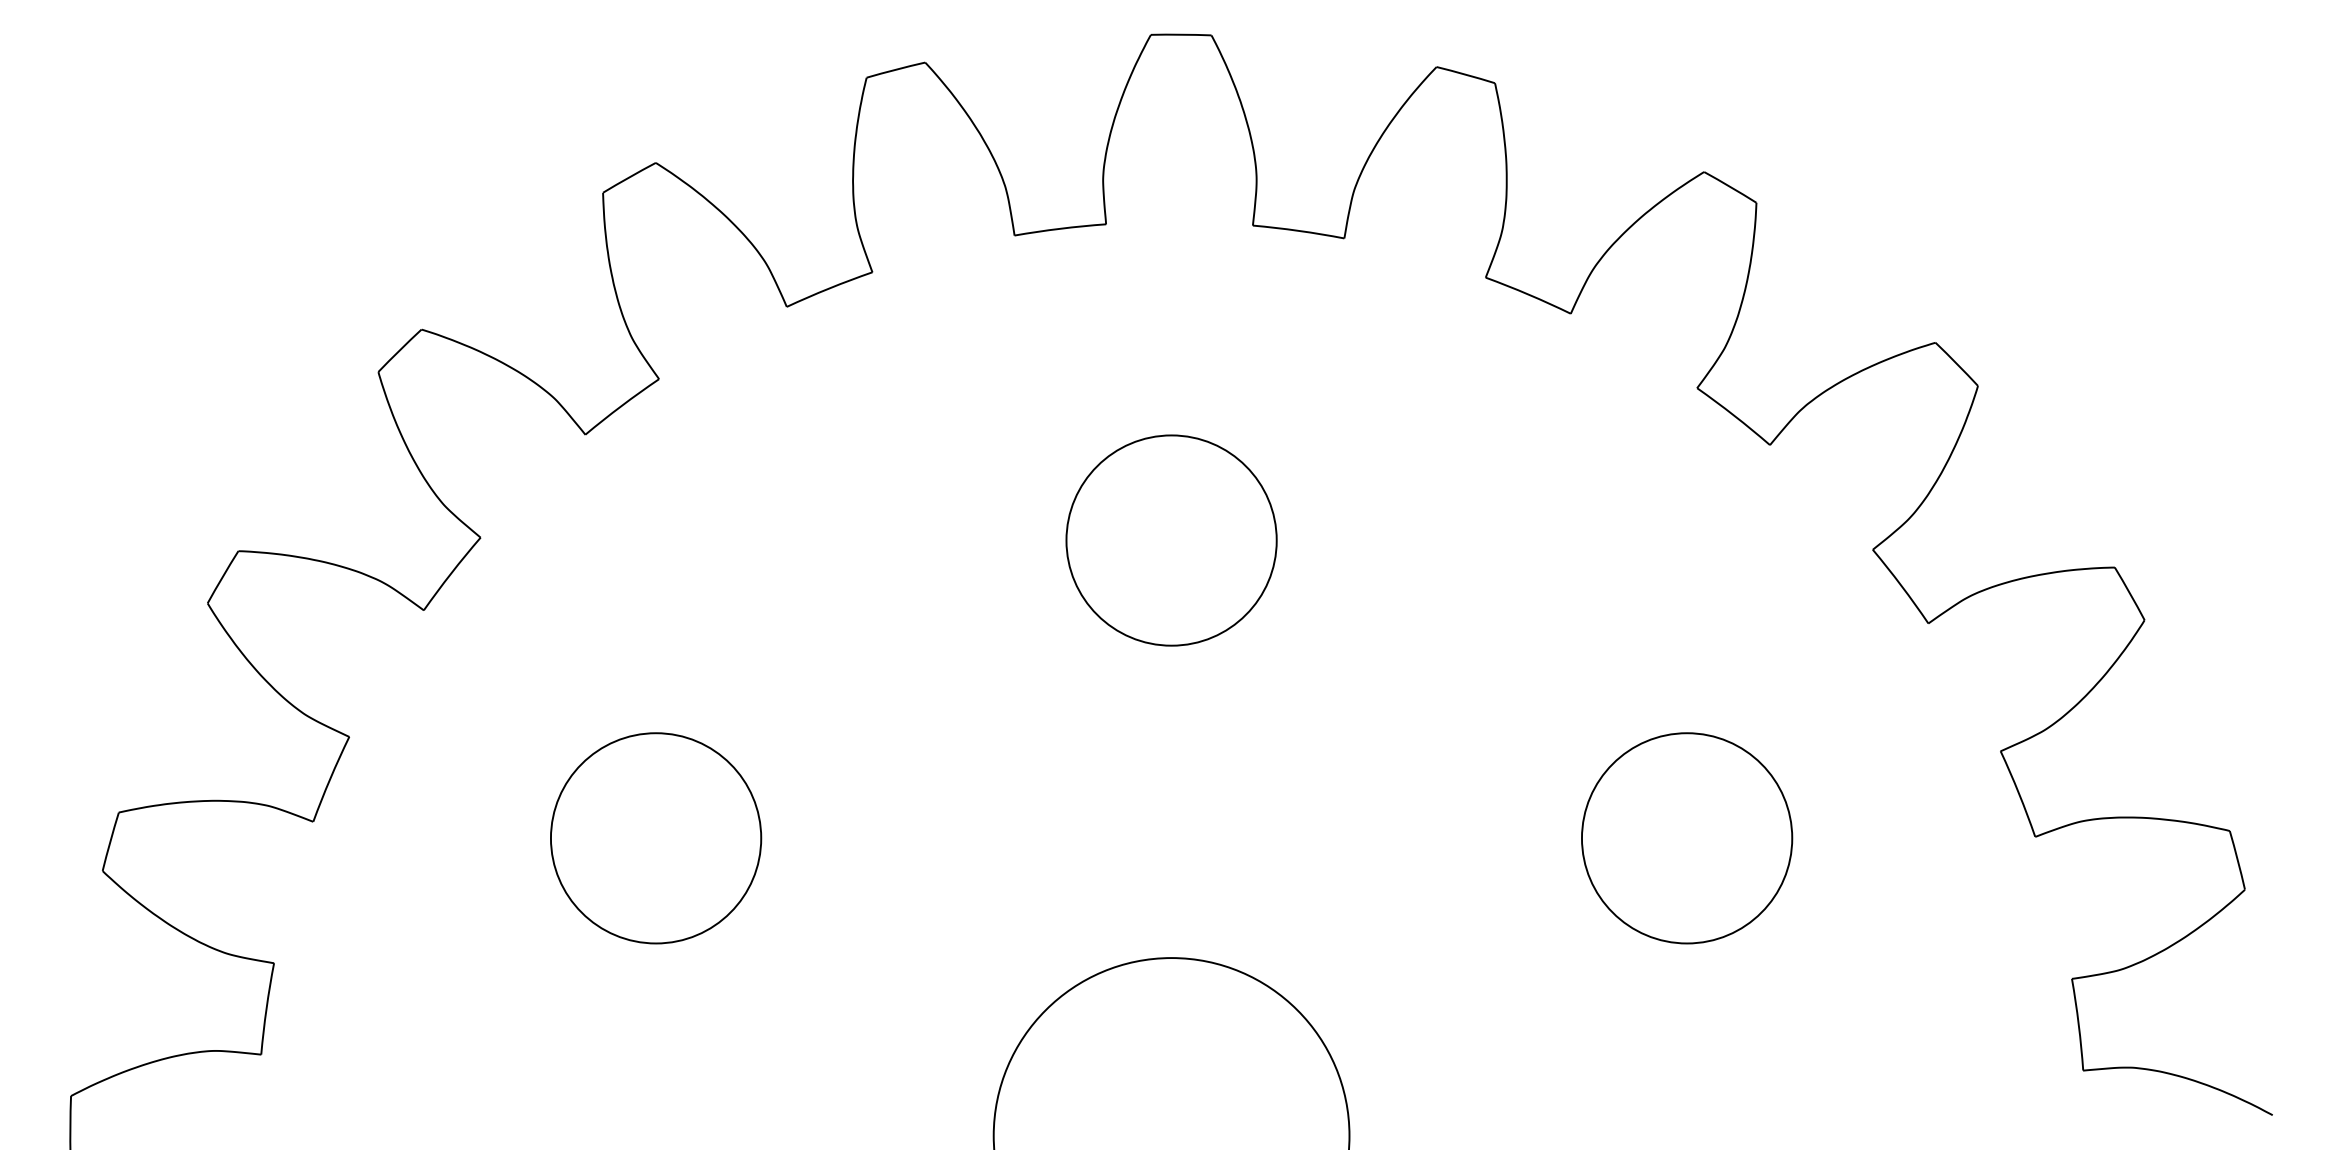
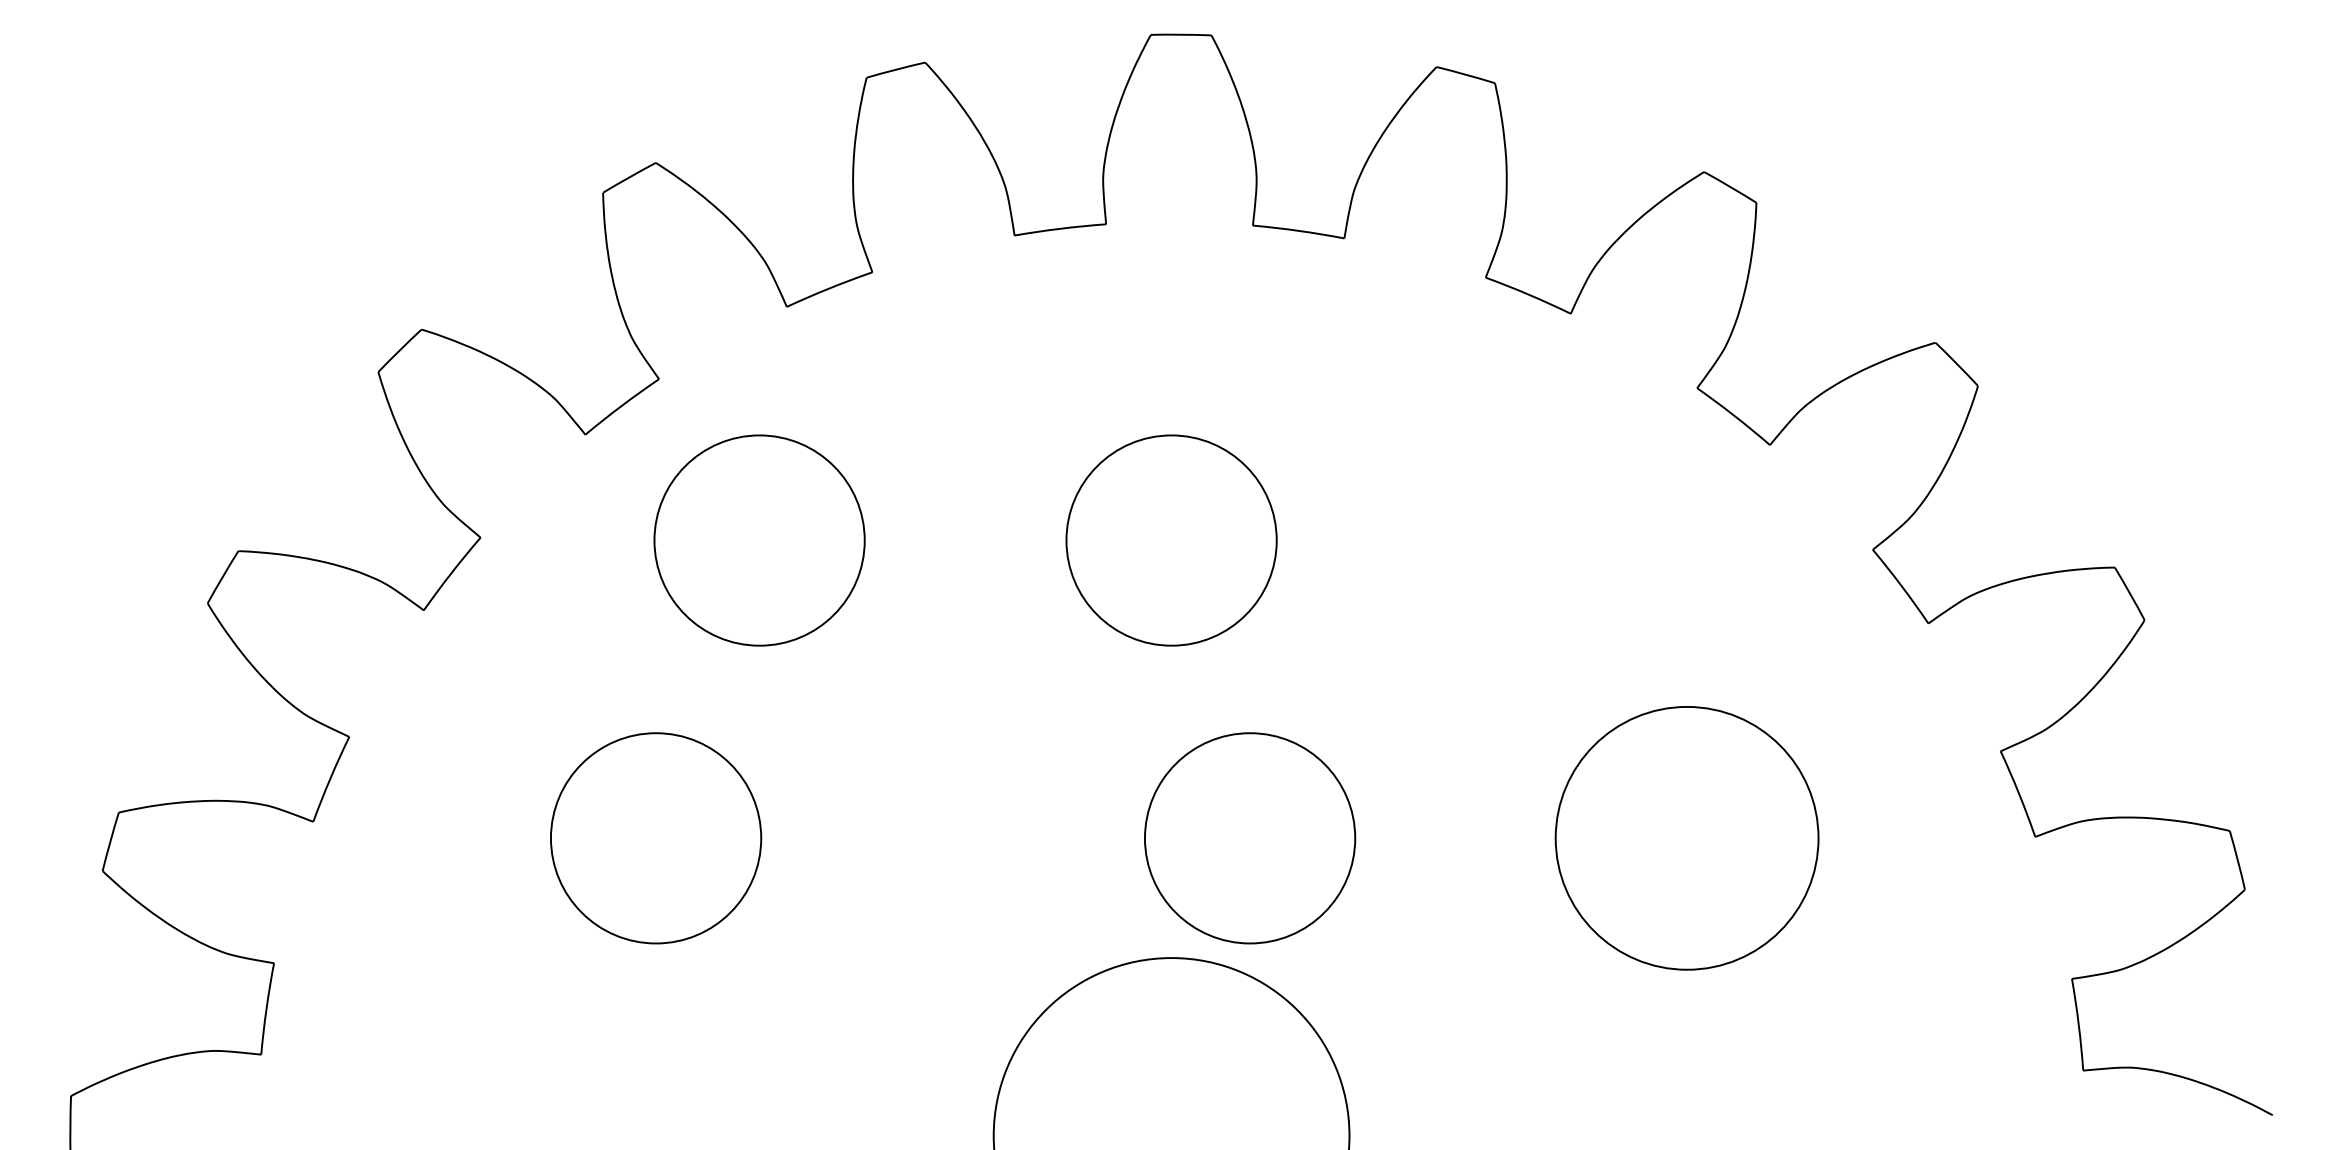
circle at (759, 540): none -> present
circle at (1250, 838): none -> present
circle at (1686, 838) diameter: 210 px -> 263 px
